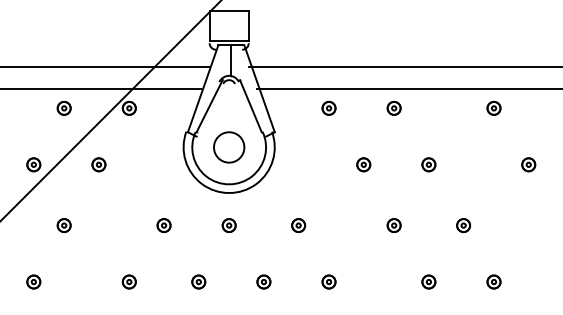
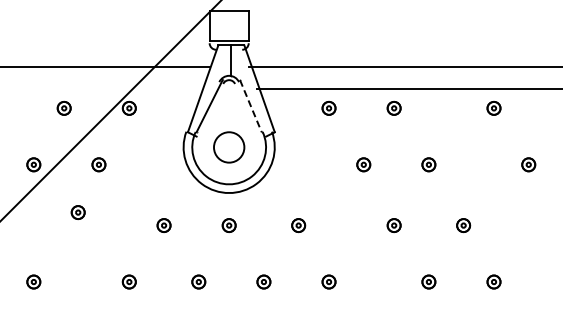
line at (101, 88): present -> none
line at (251, 106): solid -> dashed
part at (63, 225) position: (63, 225) -> (77, 212)
